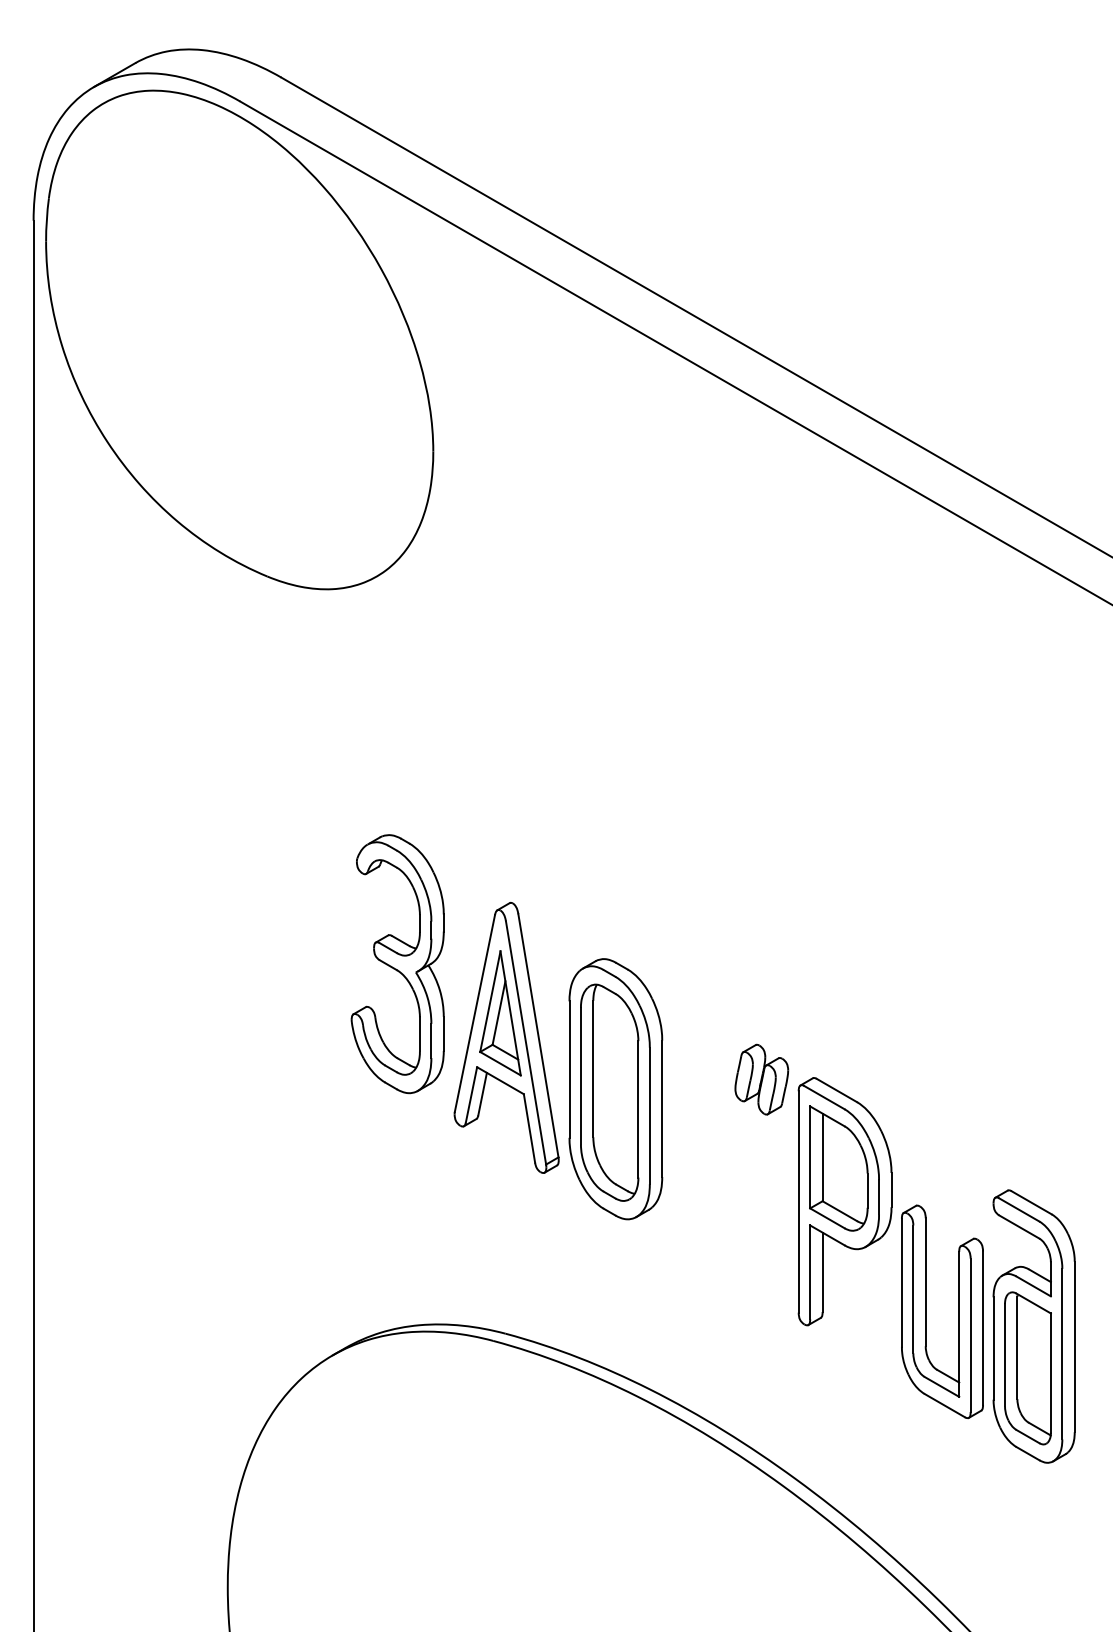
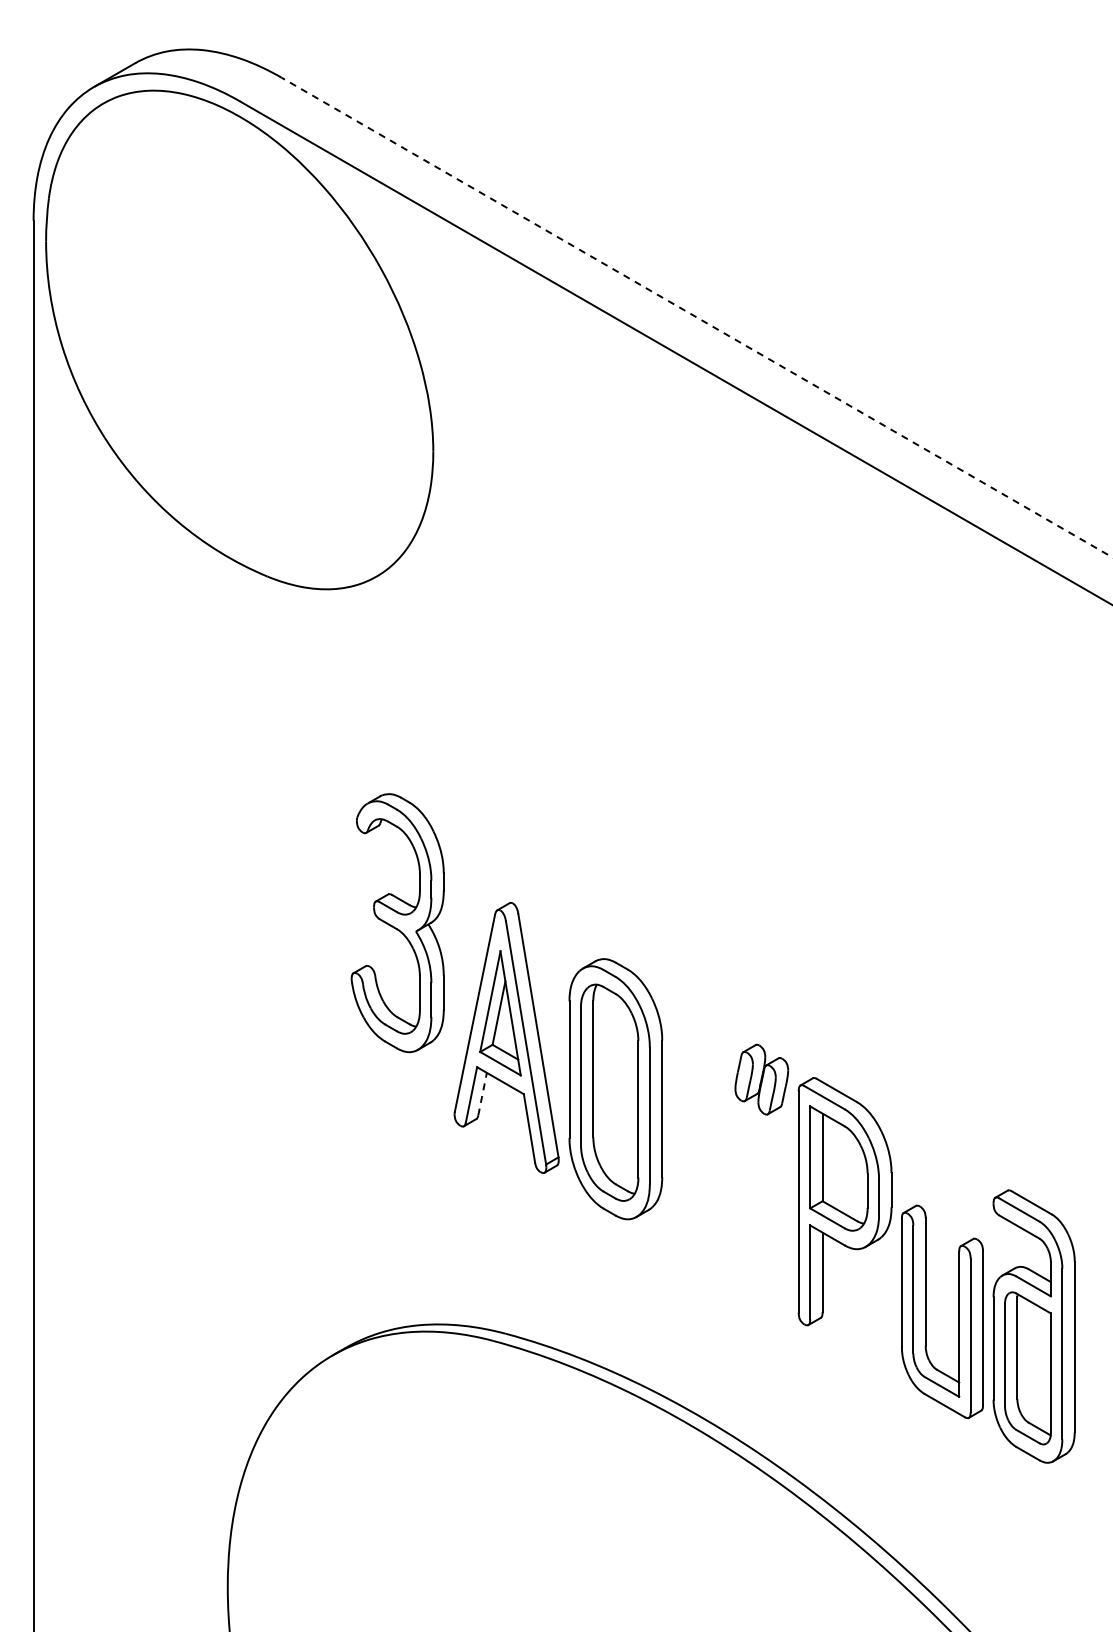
line at (697, 317): solid -> dashed
part at (397, 964) position: (397, 964) -> (397, 923)
line at (482, 1094): solid -> dashed
